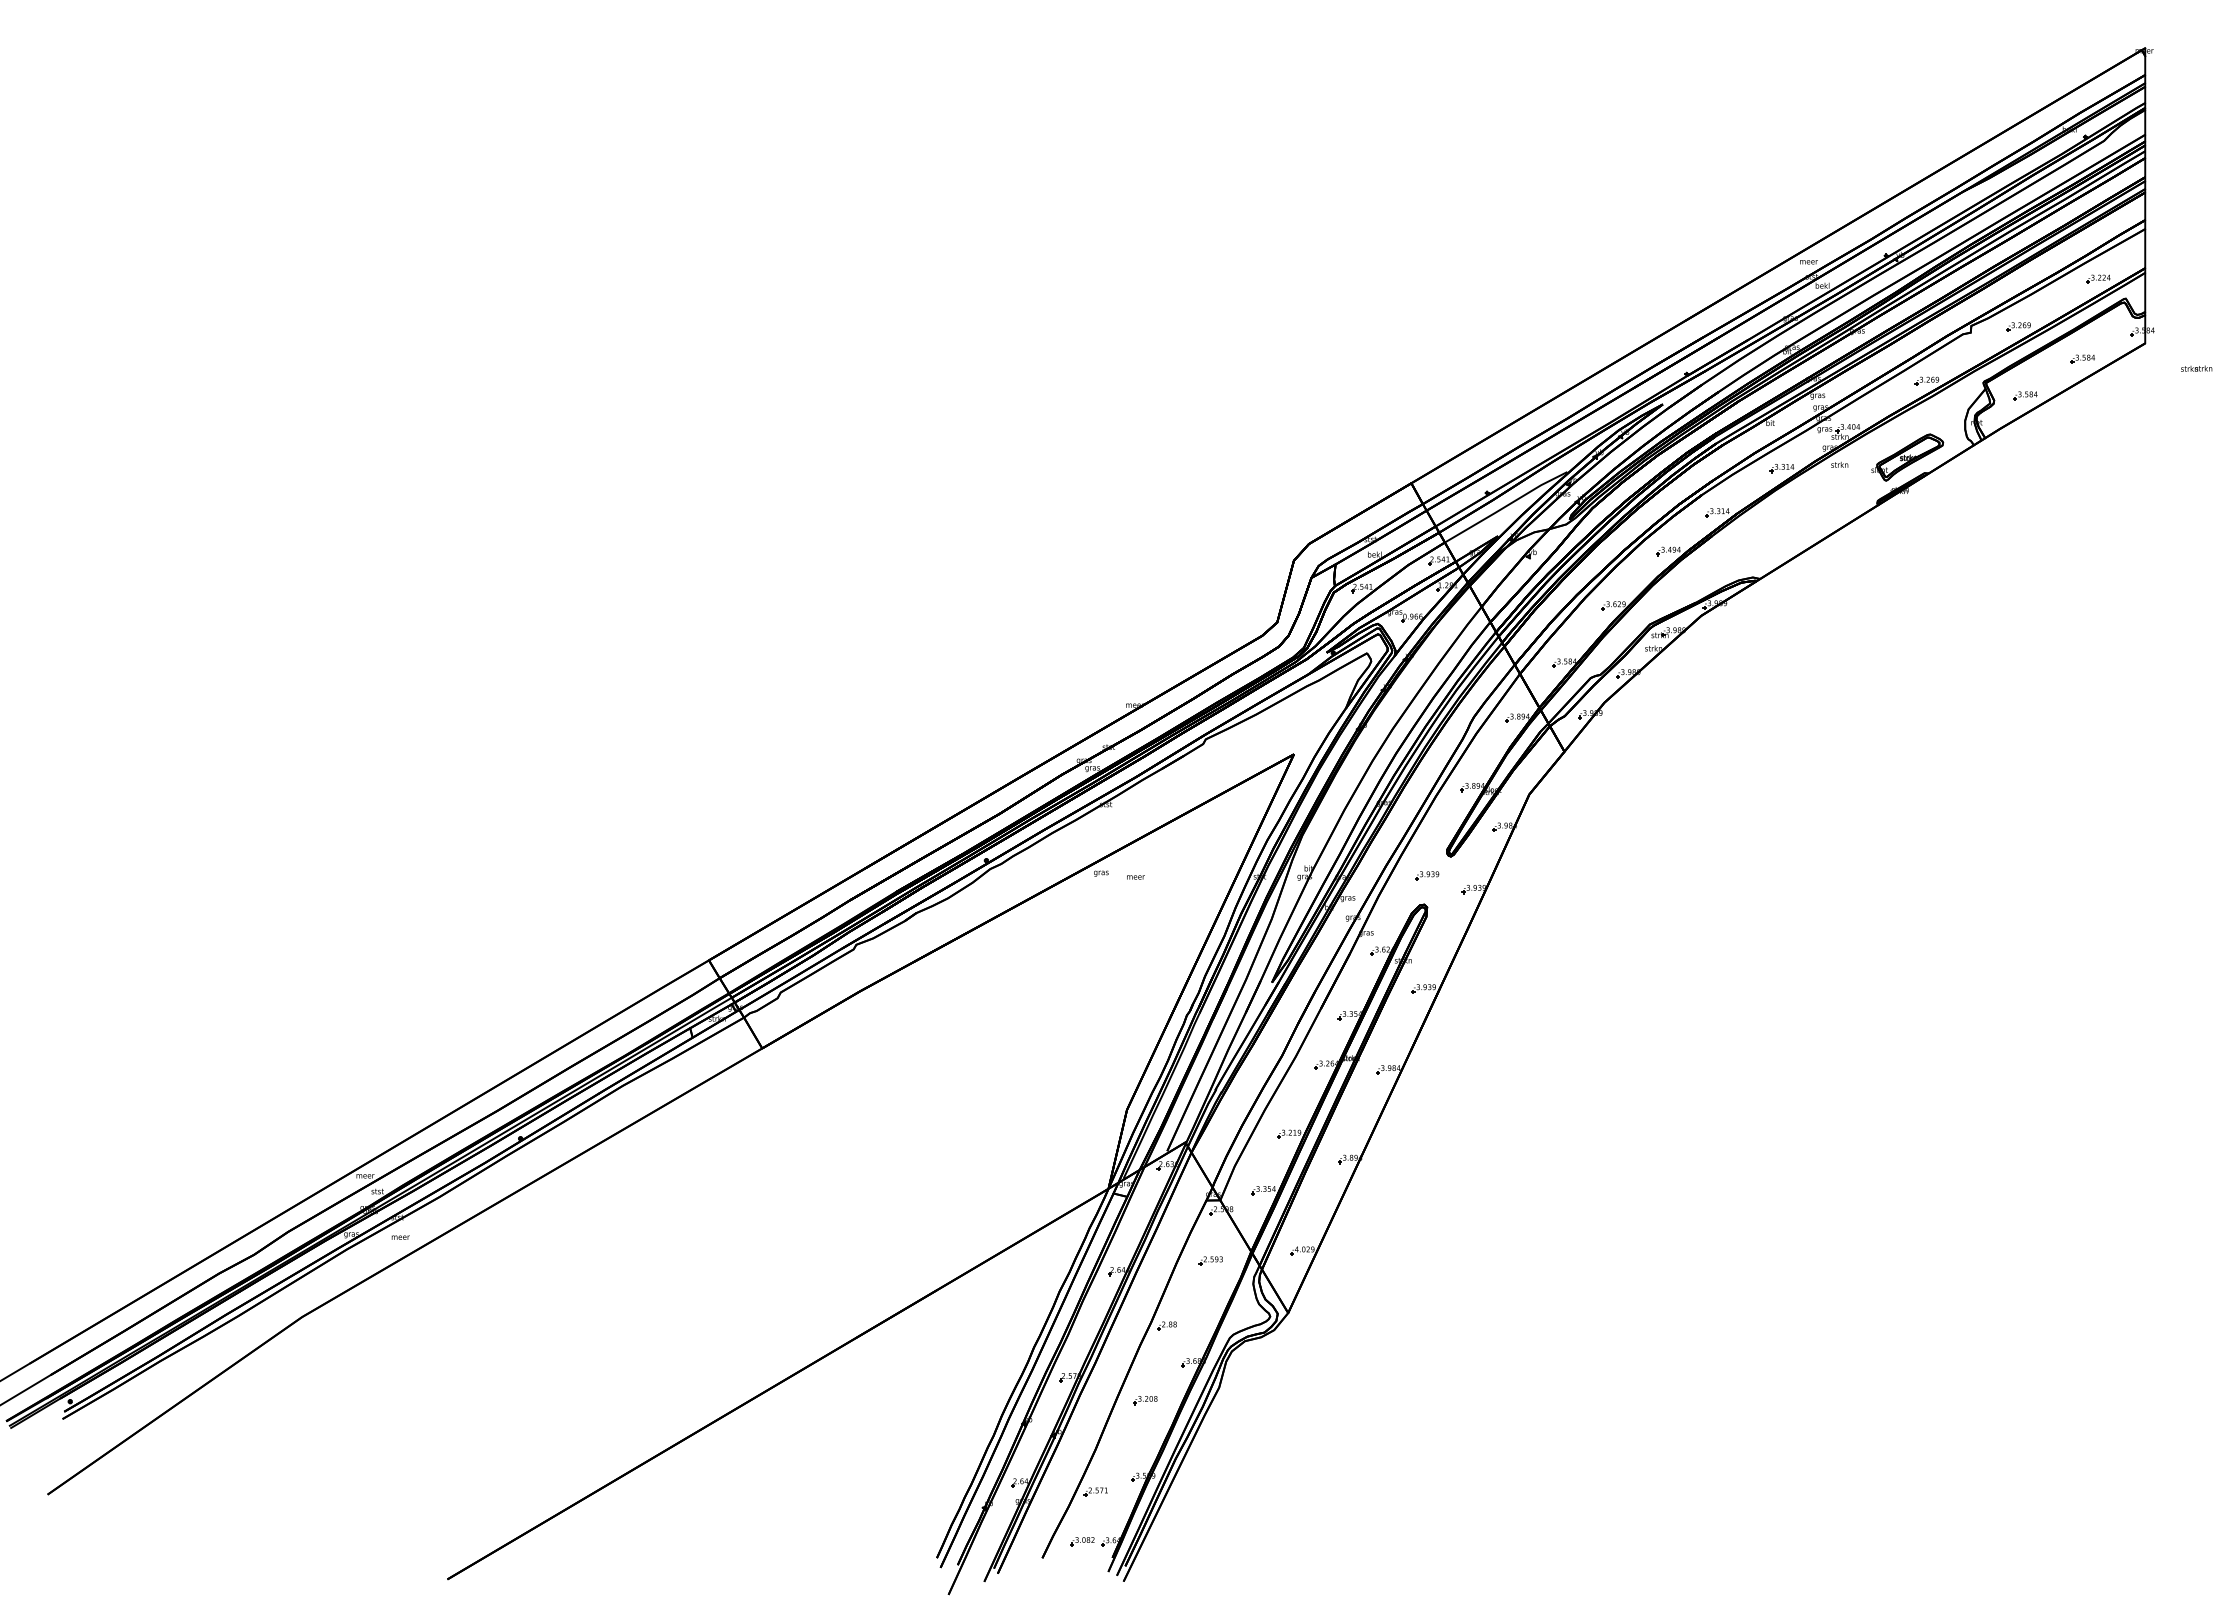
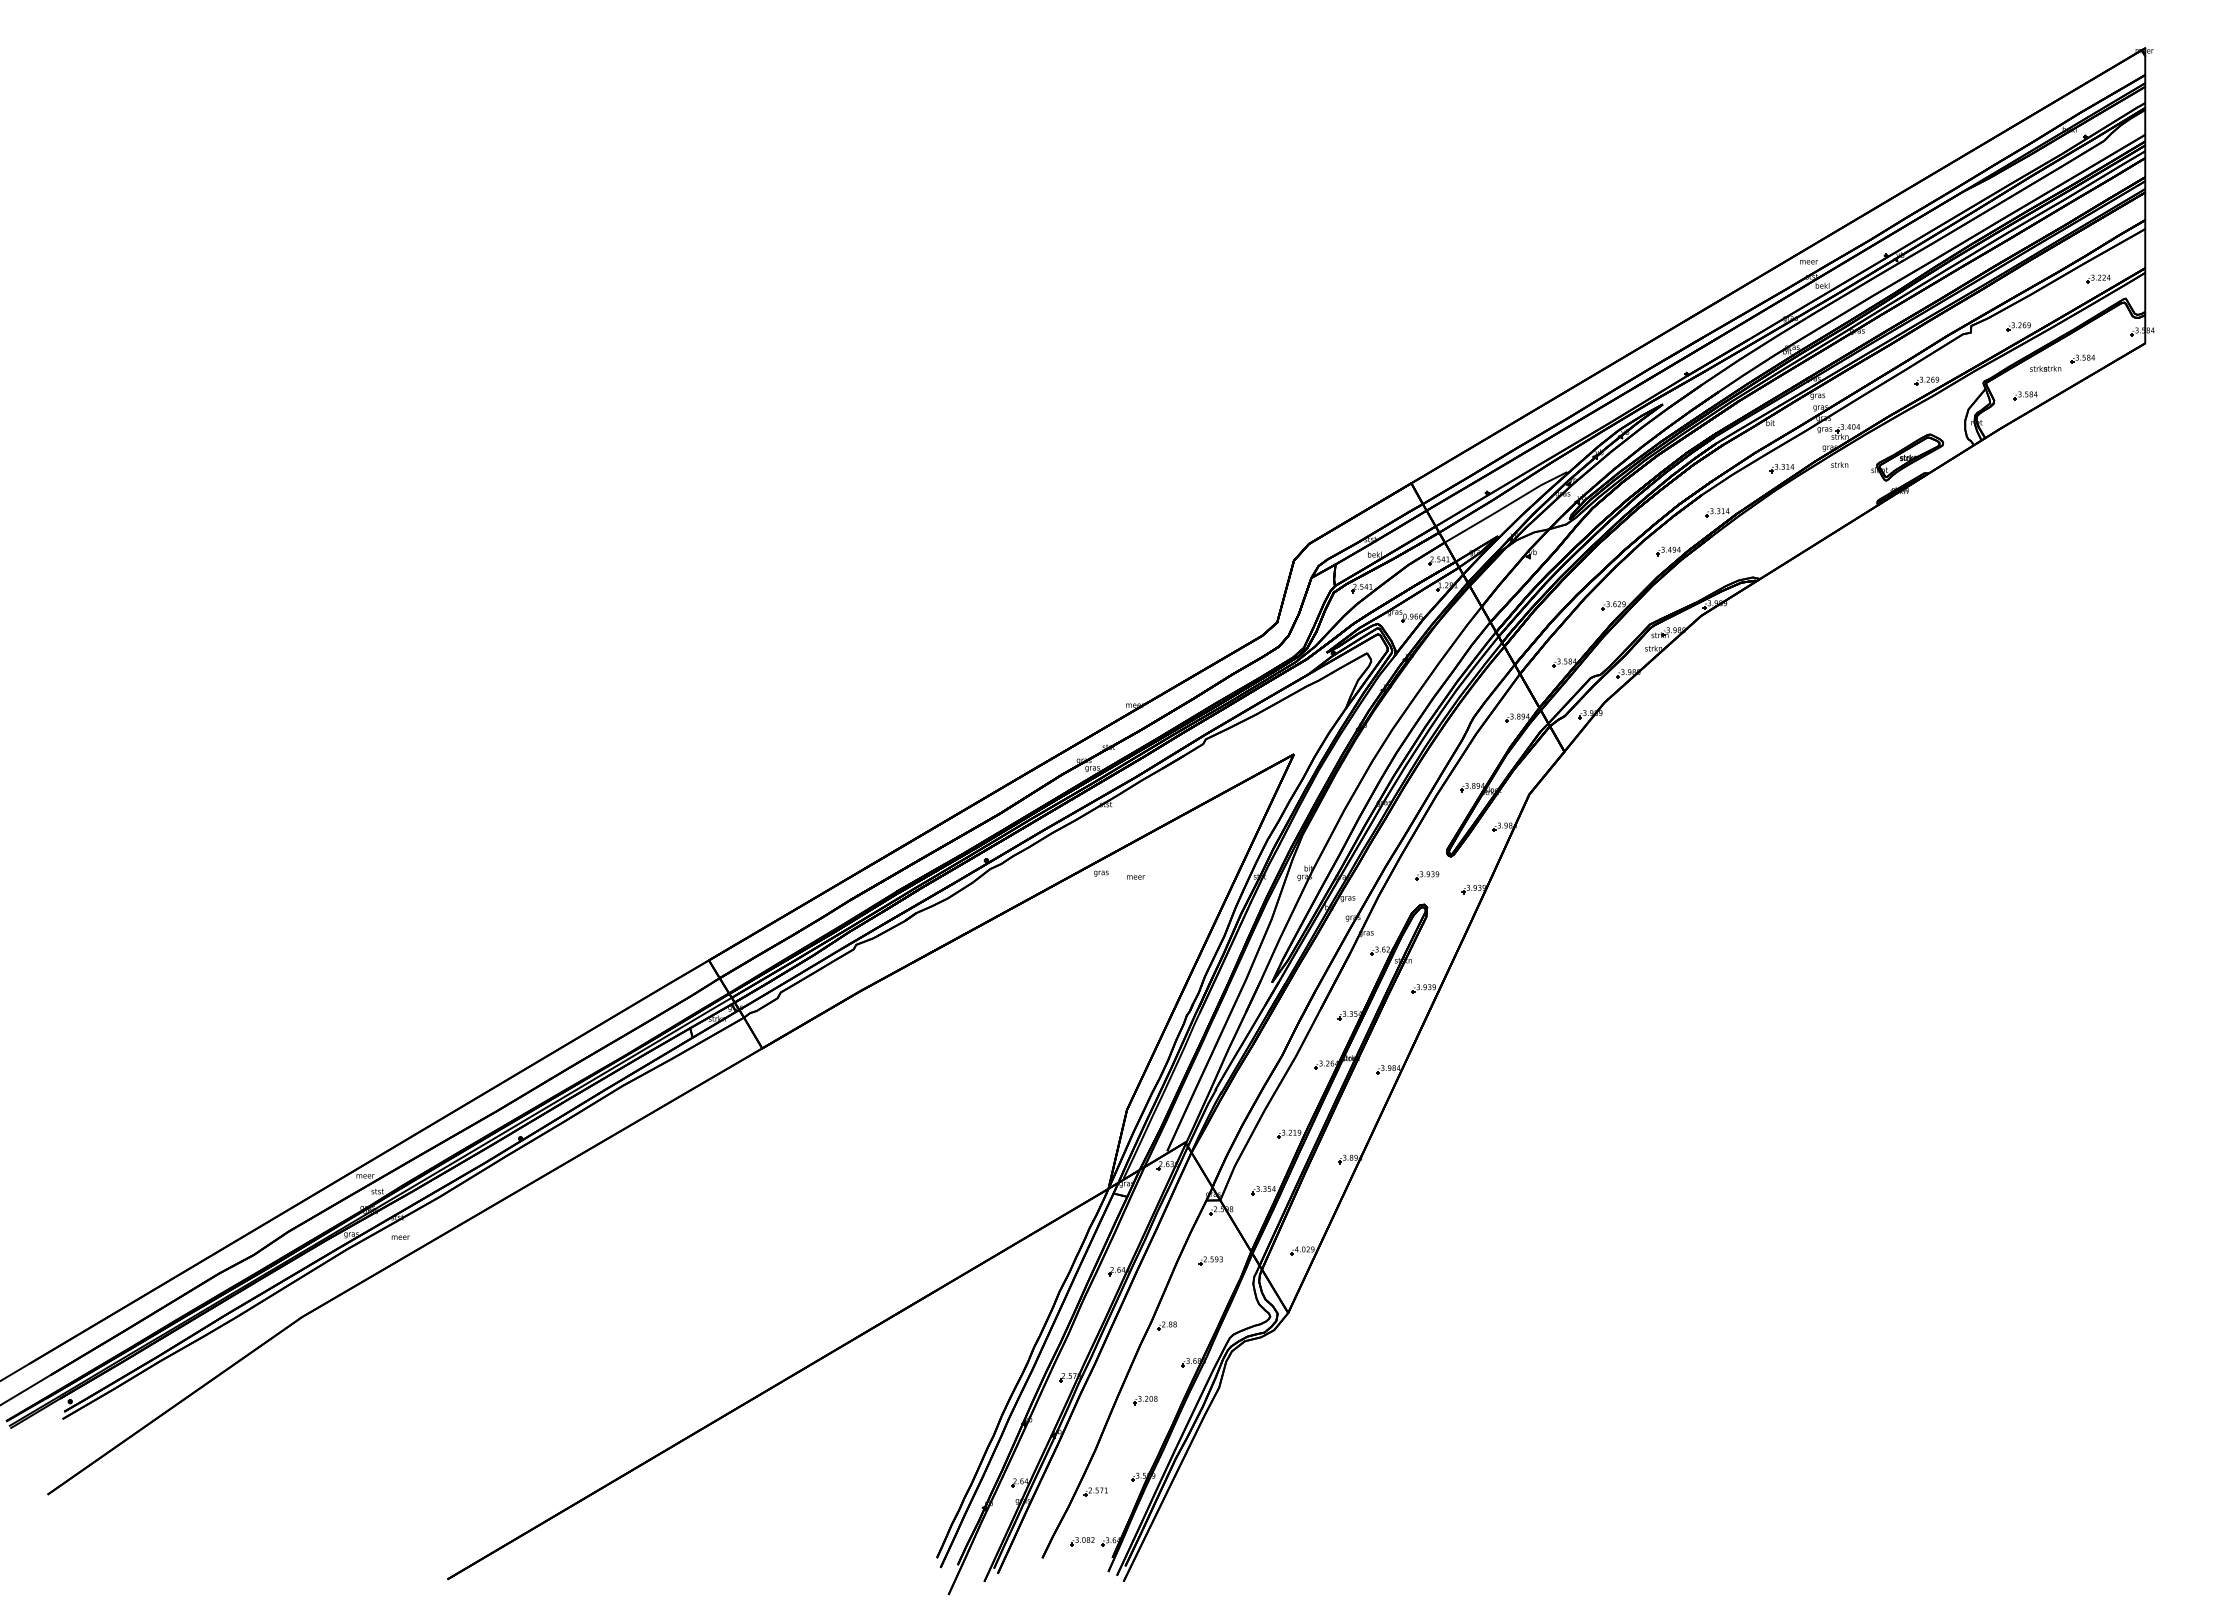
text at (2196, 368) position: (2196, 368) -> (2045, 368)
